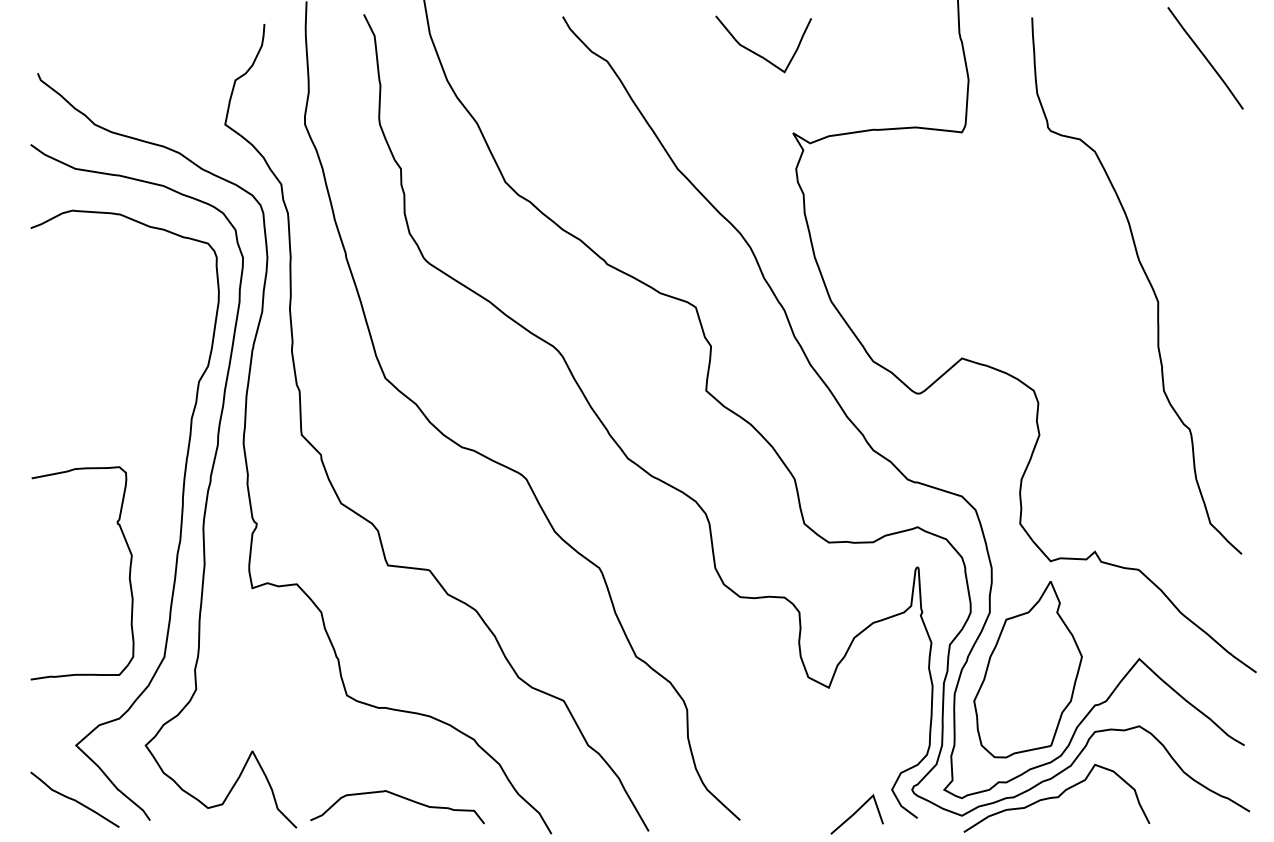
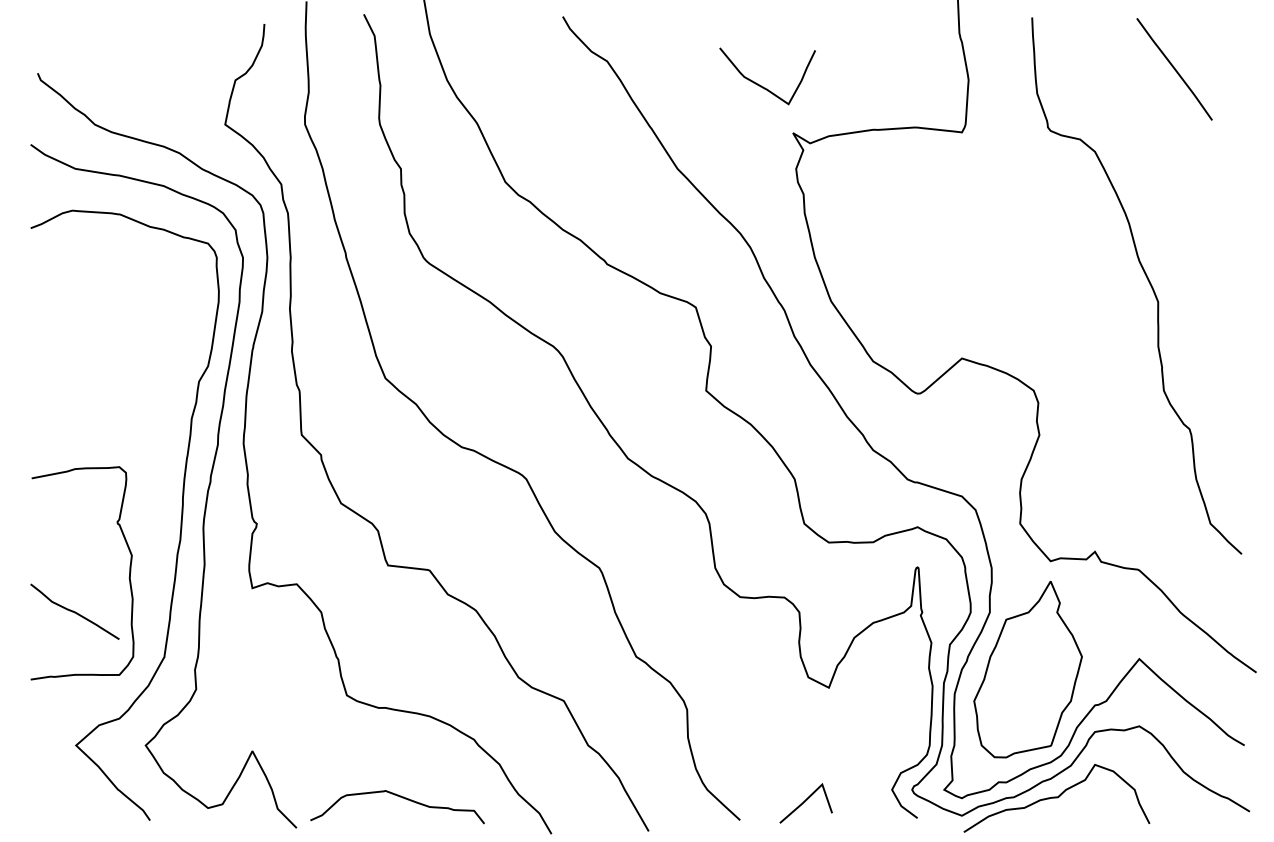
curve at (759, 54) position: (759, 54) -> (763, 86)
line at (1205, 58) position: (1205, 58) -> (1174, 69)
curve at (74, 799) position: (74, 799) -> (74, 611)
line at (855, 813) position: (855, 813) -> (804, 802)
